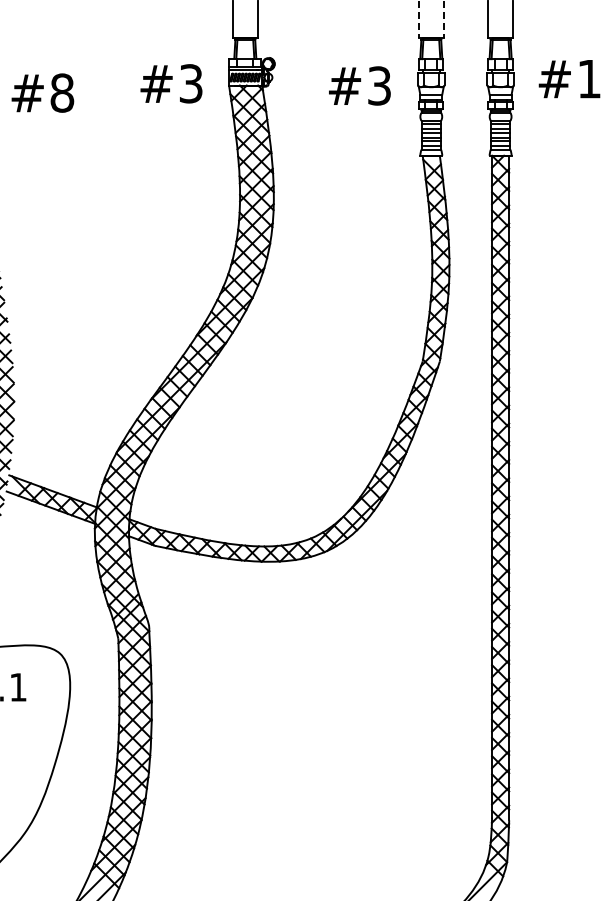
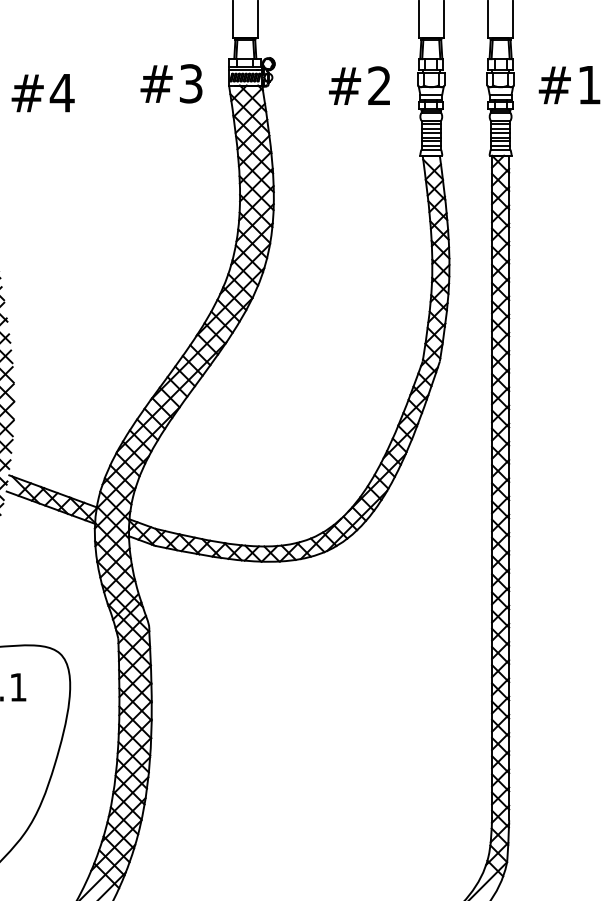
line at (418, 19): dashed -> solid
line at (443, 19): dashed -> solid
text at (569, 79) position: (569, 79) -> (569, 85)
text at (379, 85): #3 -> #2
text at (61, 92): #8 -> #4
